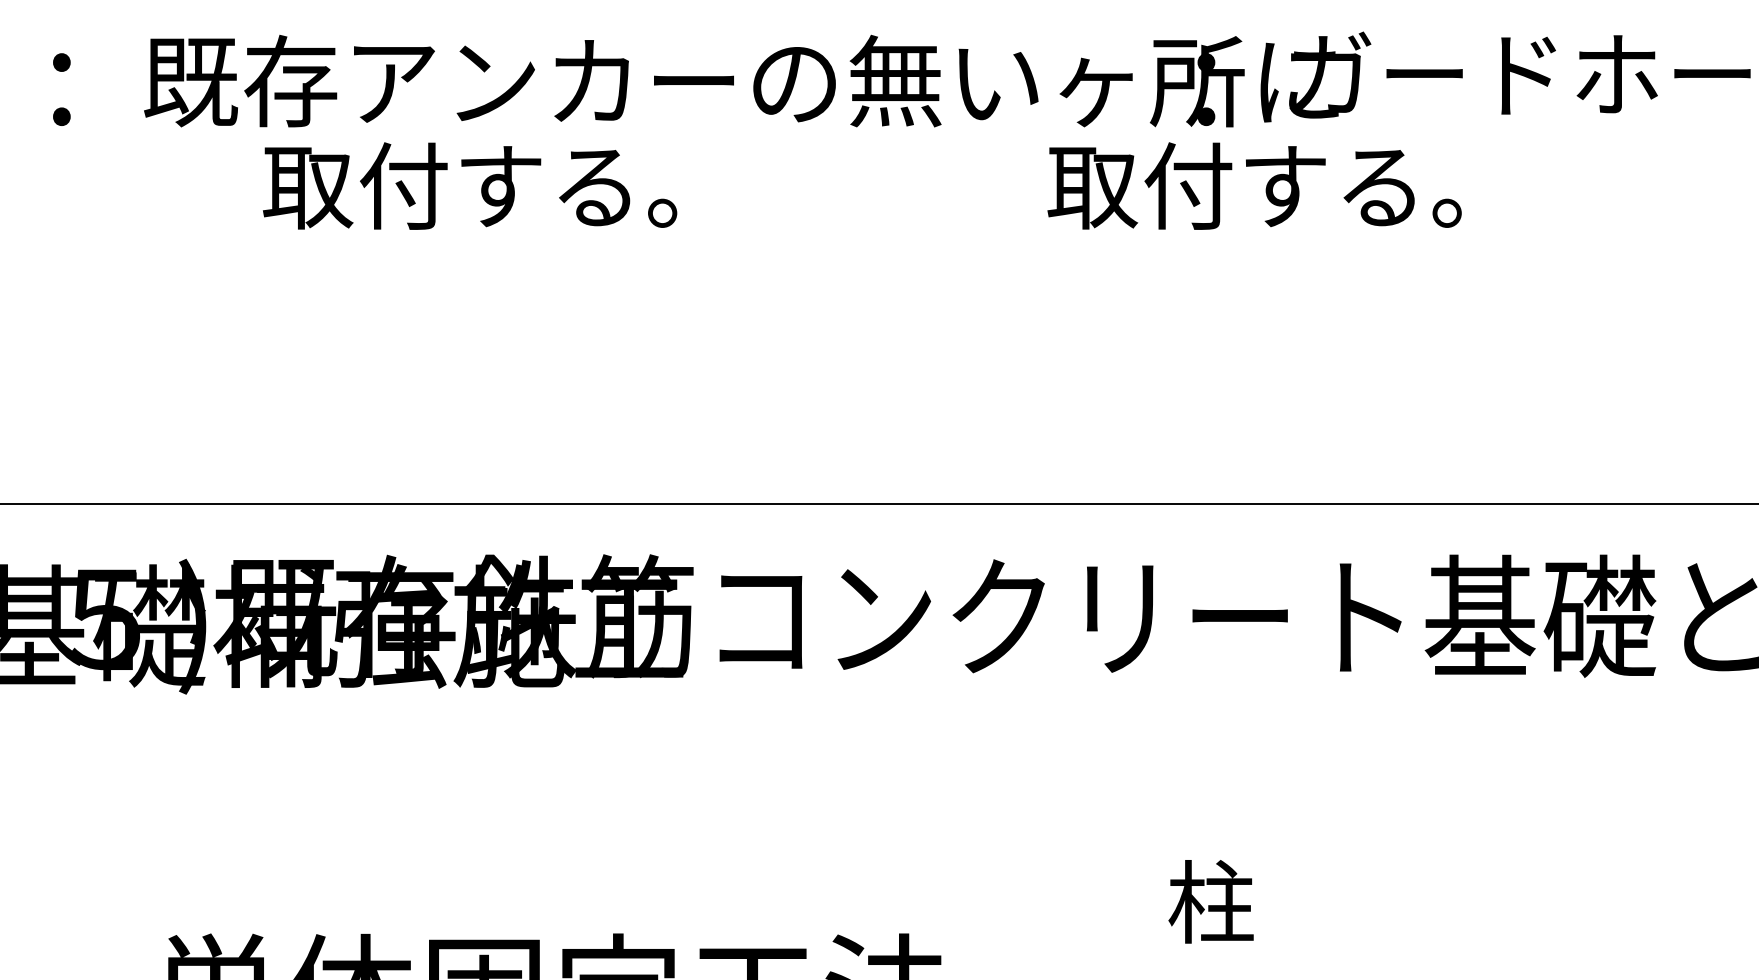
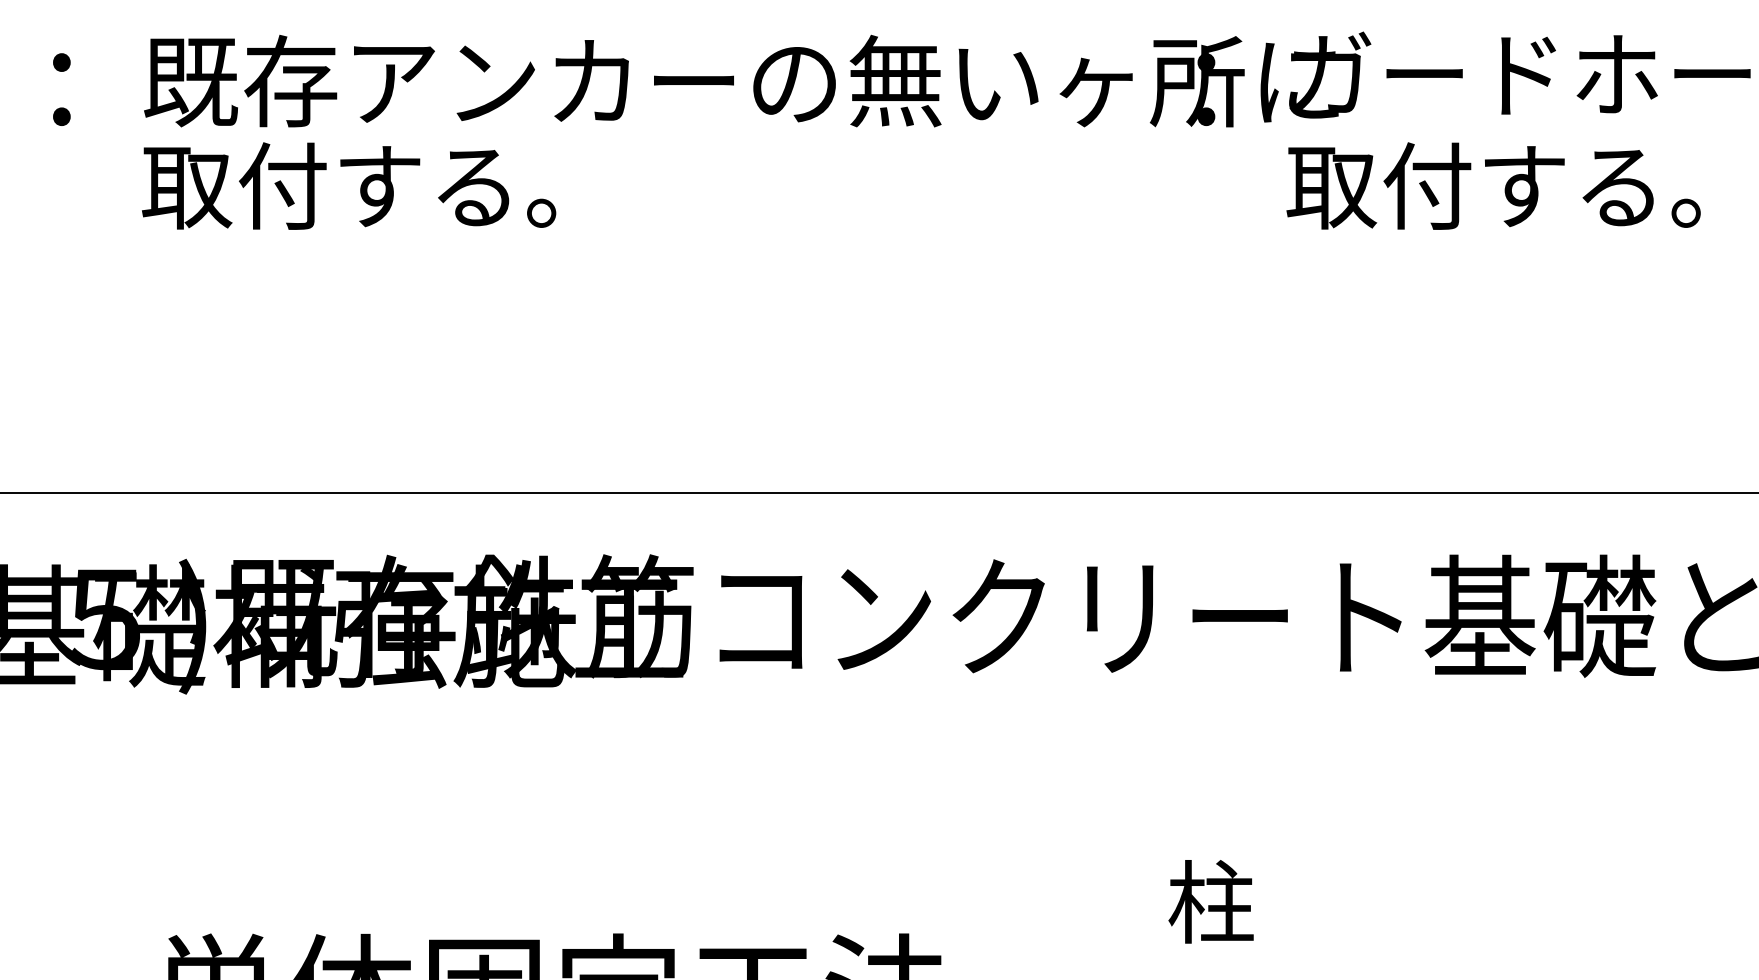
text at (470, 185) position: (470, 185) -> (349, 185)
text at (1254, 185) position: (1254, 185) -> (1493, 185)
line at (878, 503) position: (878, 503) -> (878, 492)
